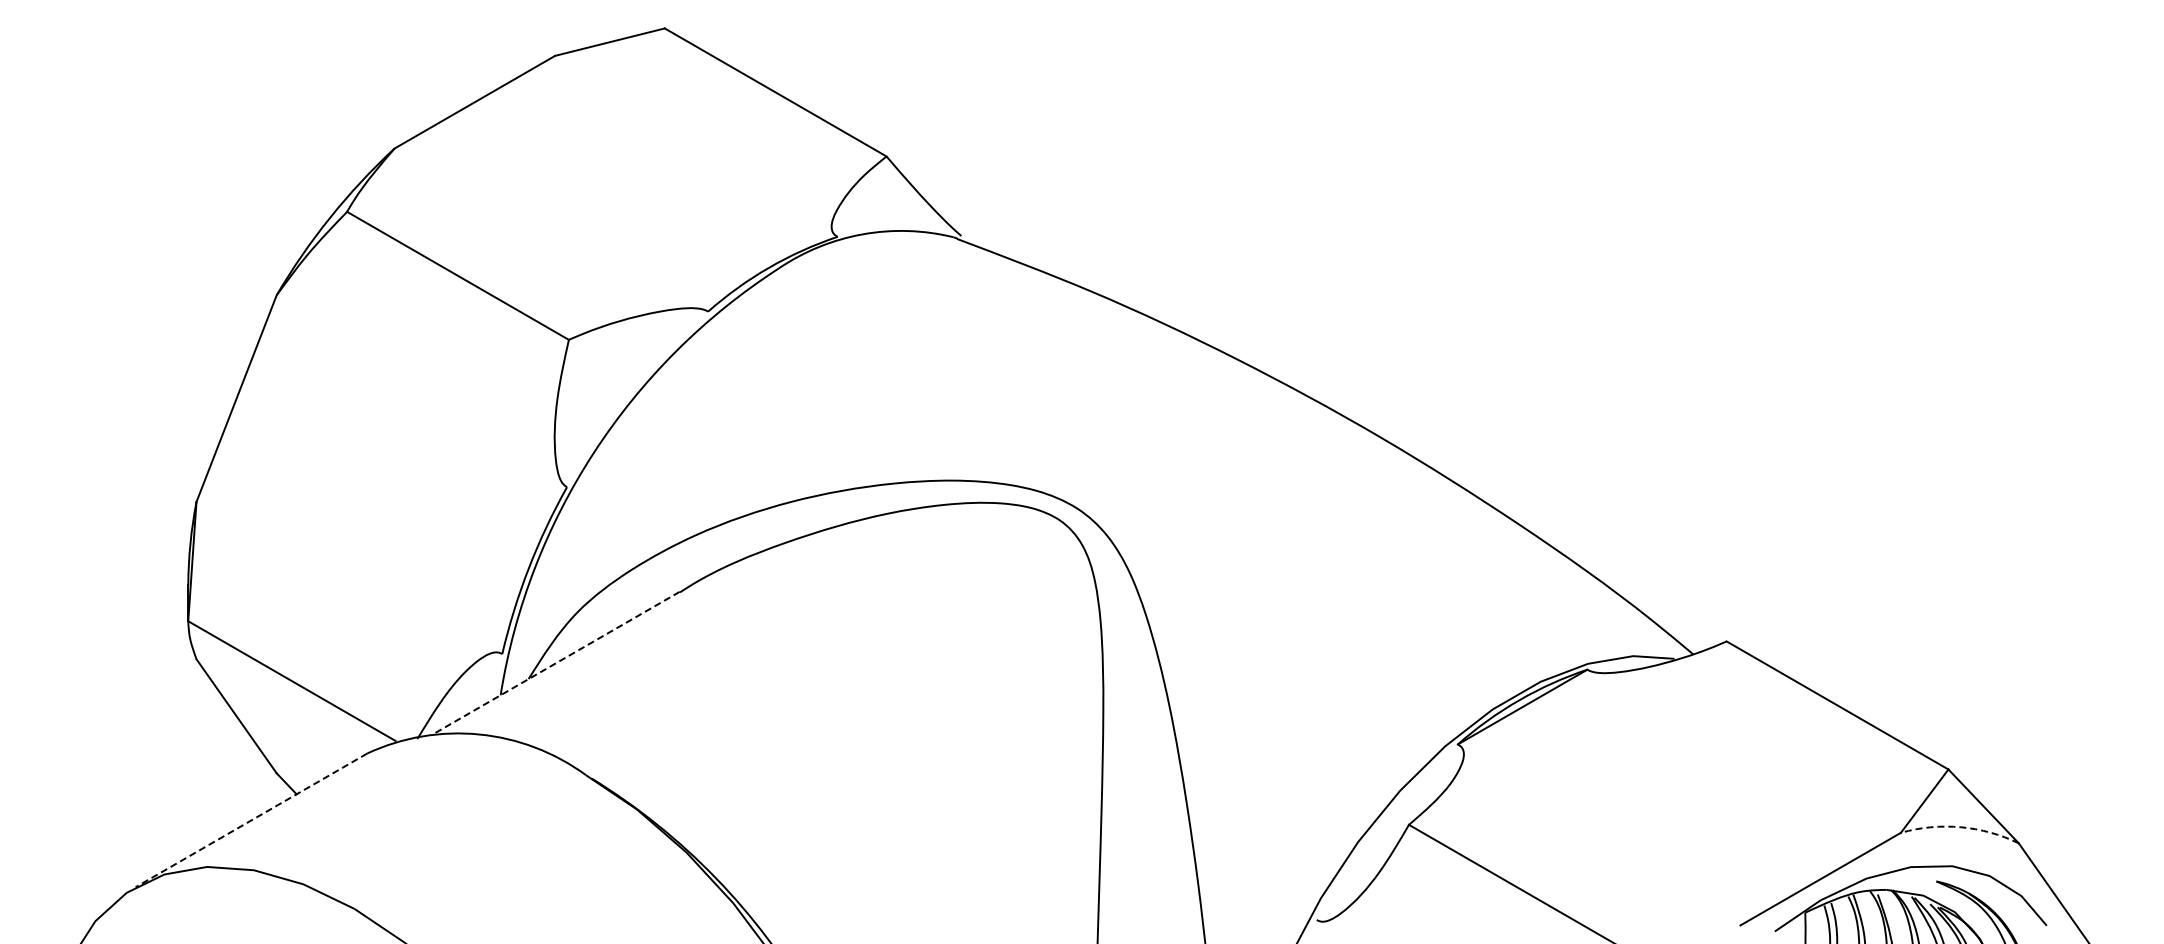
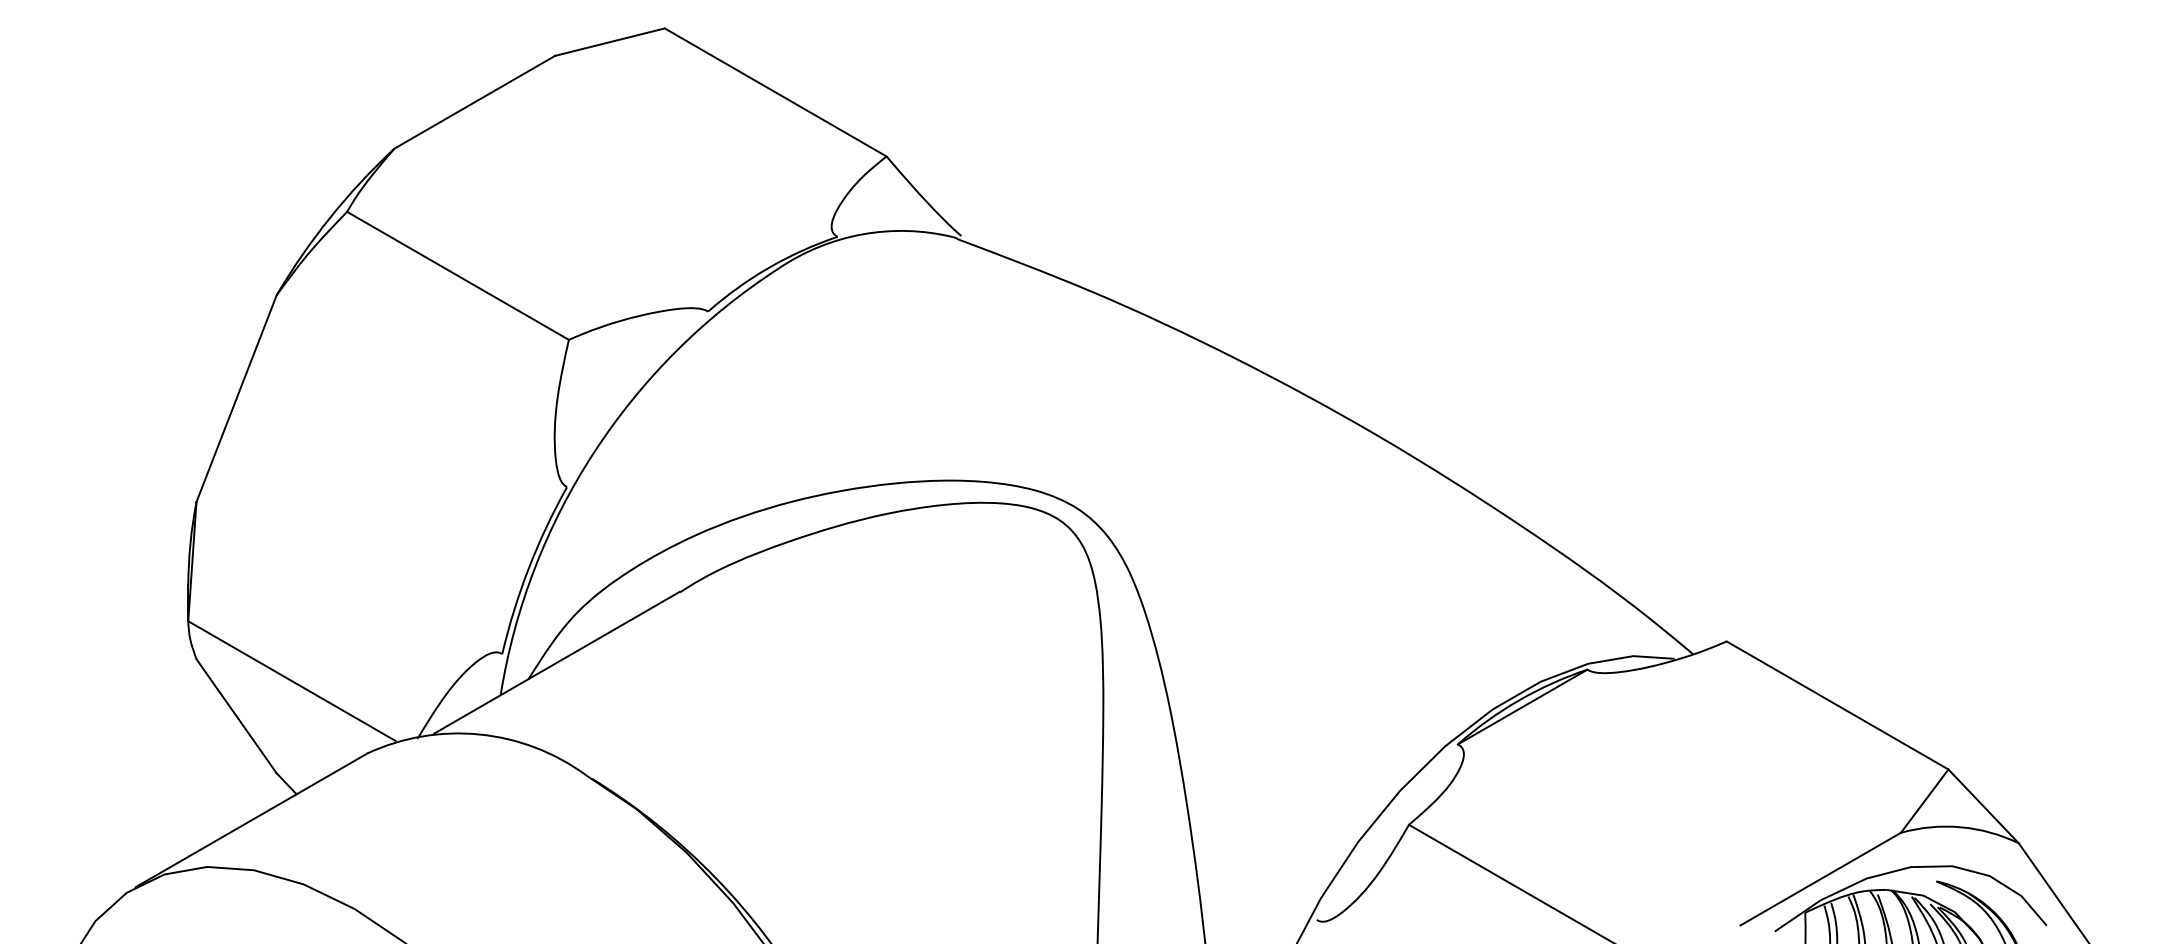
line at (557, 662): dashed -> solid
line at (251, 820): dashed -> solid
arc at (1960, 827): dashed -> solid
